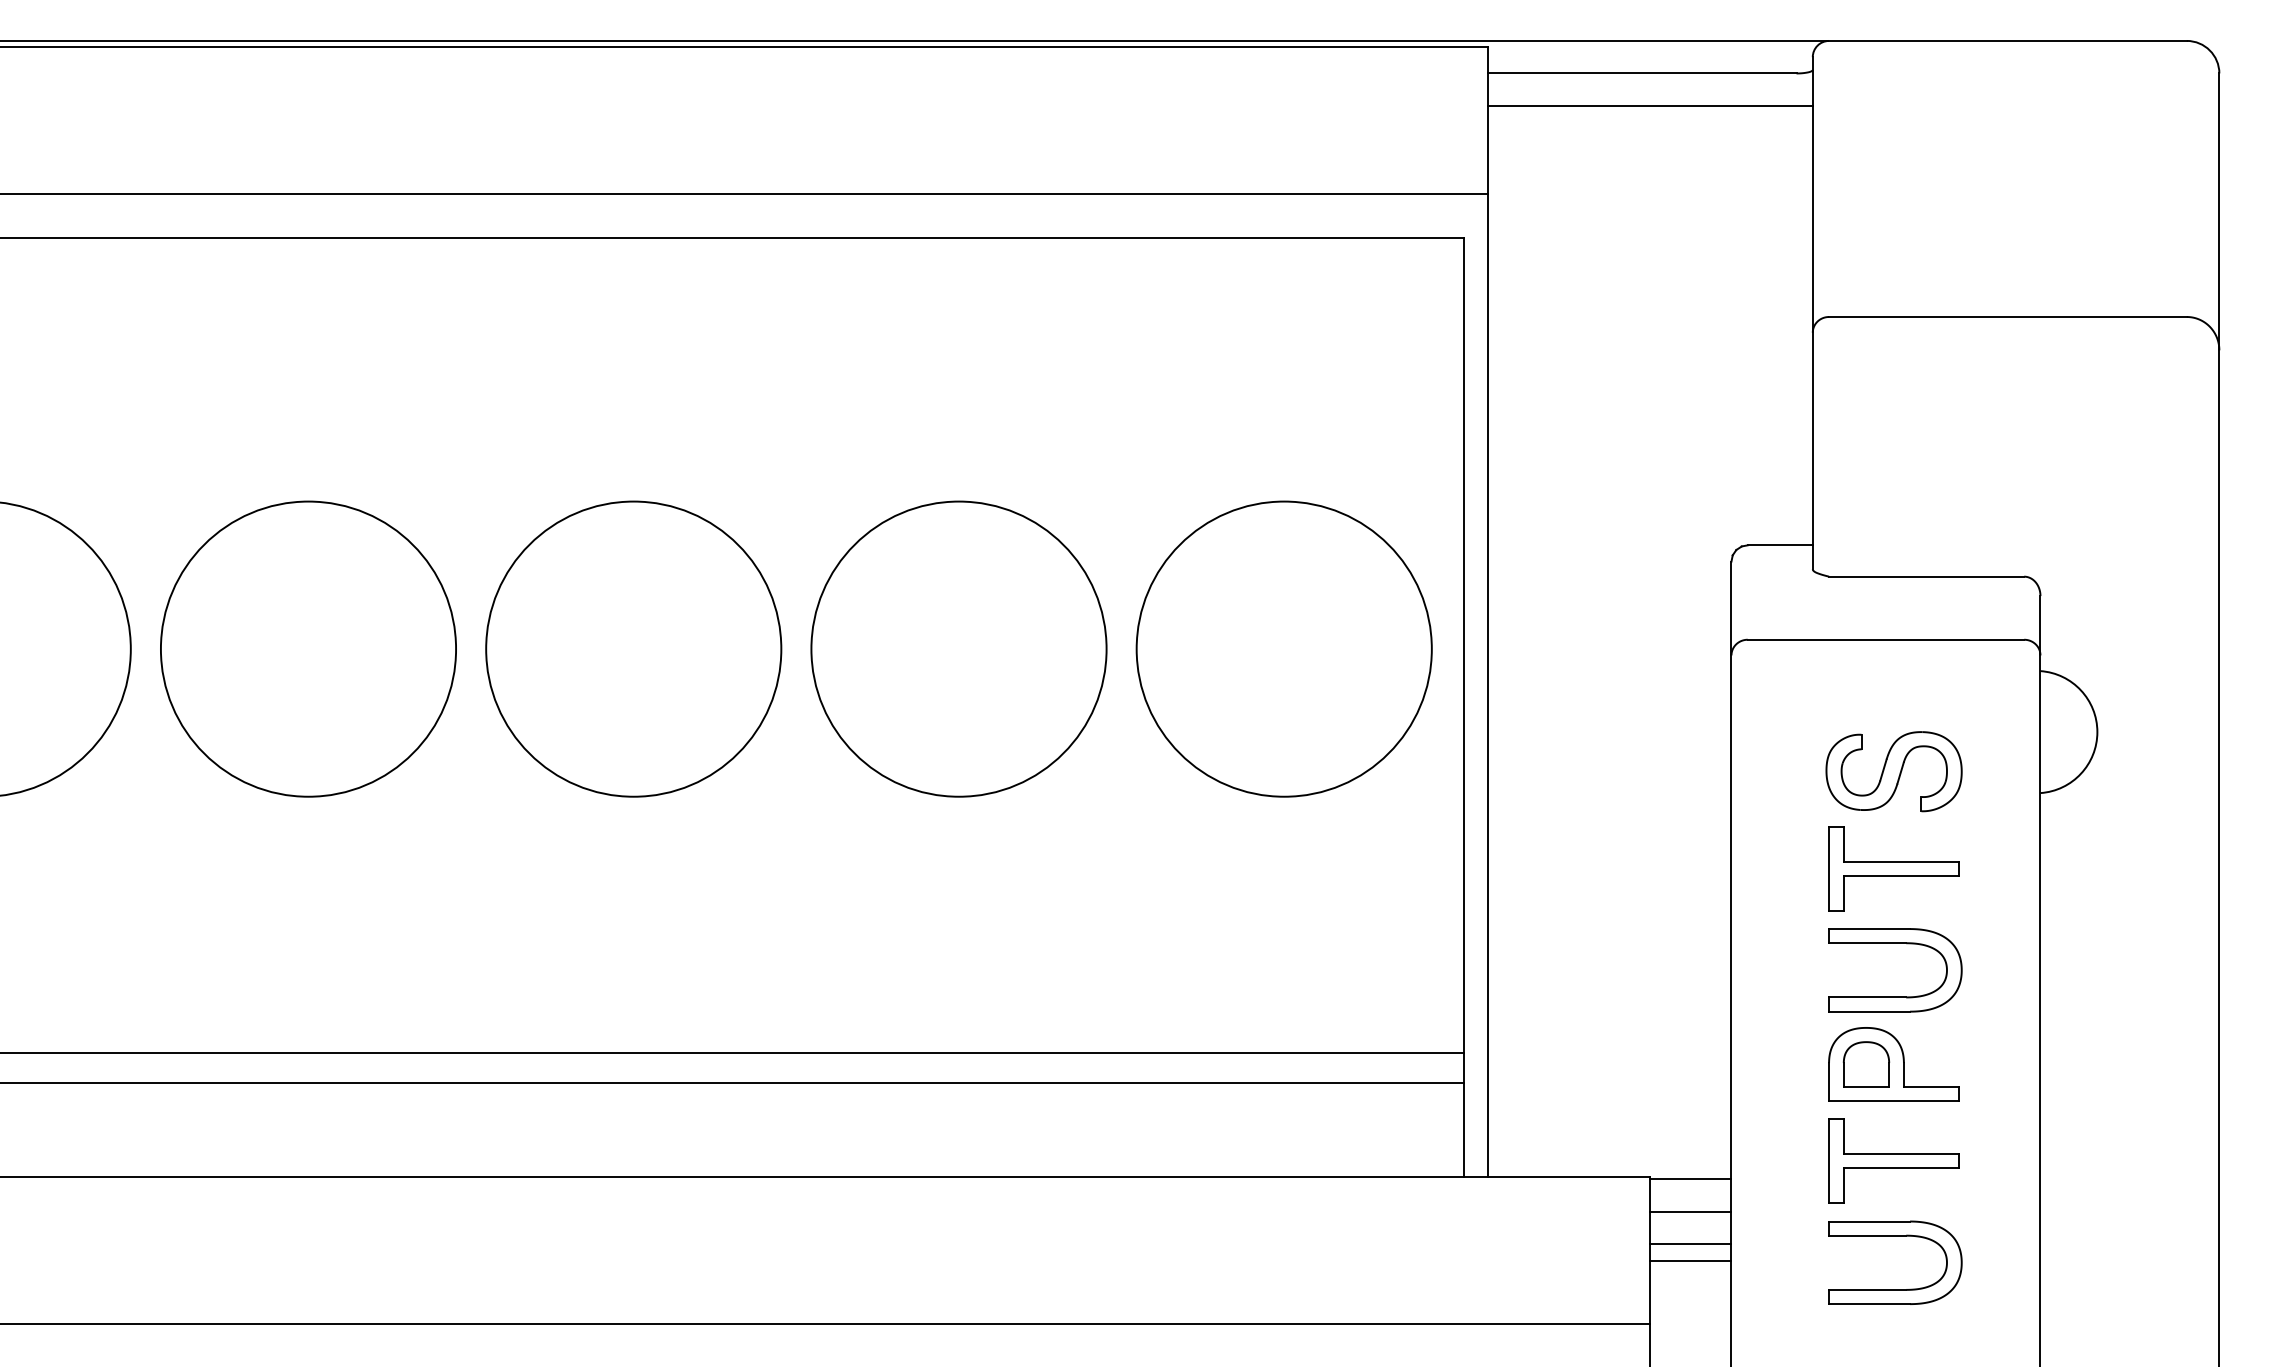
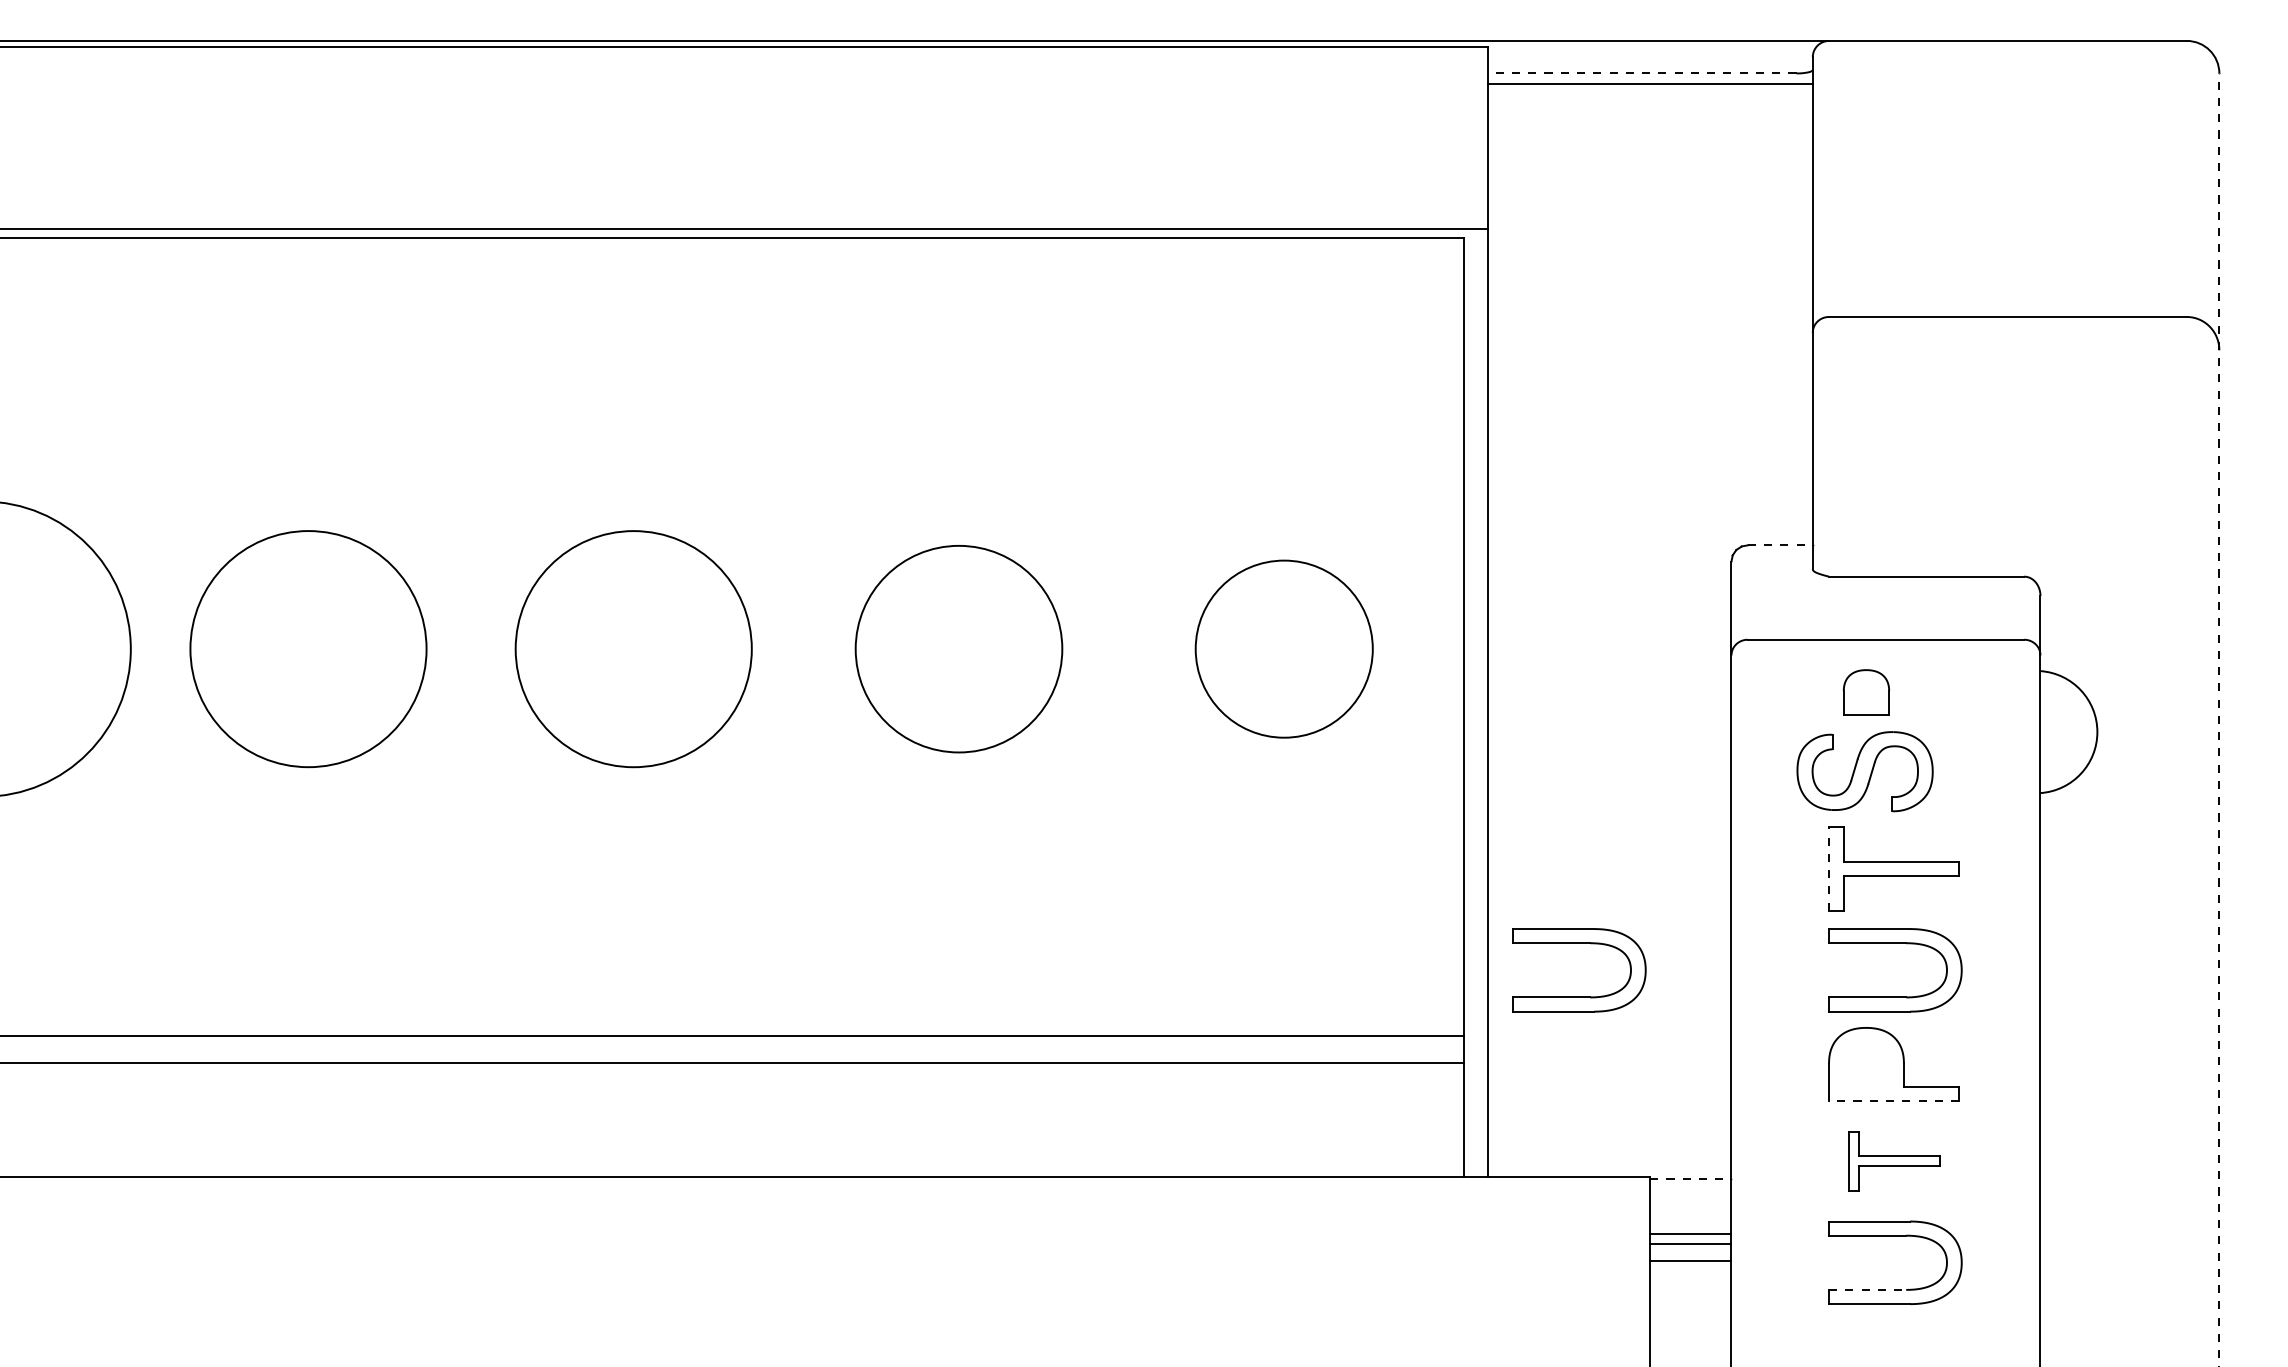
line at (1641, 73): solid -> dashed
line at (1649, 105) position: (1649, 105) -> (1649, 83)
line at (744, 193) position: (744, 193) -> (744, 228)
line at (1780, 545): solid -> dashed
circle at (308, 648) size: 297x298 px -> 239x239 px
circle at (633, 648) diameter: 295 px -> 236 px
circle at (958, 648) diameter: 295 px -> 207 px
circle at (1283, 648) diameter: 295 px -> 177 px
line at (2219, 720): solid -> dashed
part at (1893, 771) position: (1893, 771) -> (1864, 771)
line at (1829, 868): solid -> dashed
part at (1579, 996): none -> present
line at (732, 1053) position: (732, 1053) -> (732, 1036)
part at (1866, 1064) position: (1866, 1064) -> (1866, 692)
line at (732, 1083) position: (732, 1083) -> (732, 1063)
line at (1893, 1100): solid -> dashed
part at (1893, 1160) size: 132x86 px -> 93x61 px
line at (1690, 1179): solid -> dashed
line at (1690, 1211) position: (1690, 1211) -> (1690, 1233)
line at (1867, 1289): solid -> dashed
line at (826, 1324): present -> none
